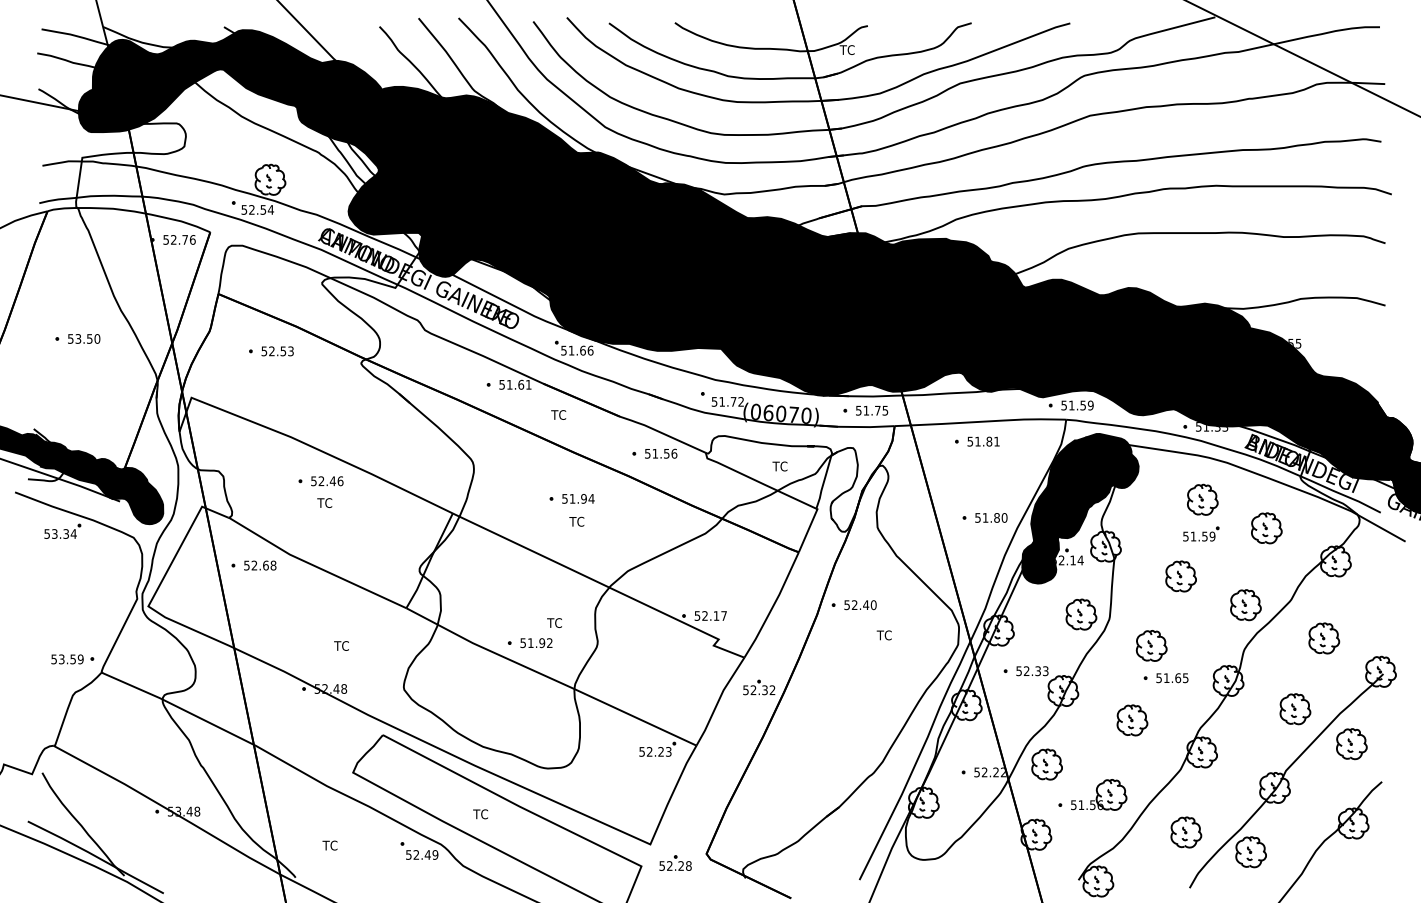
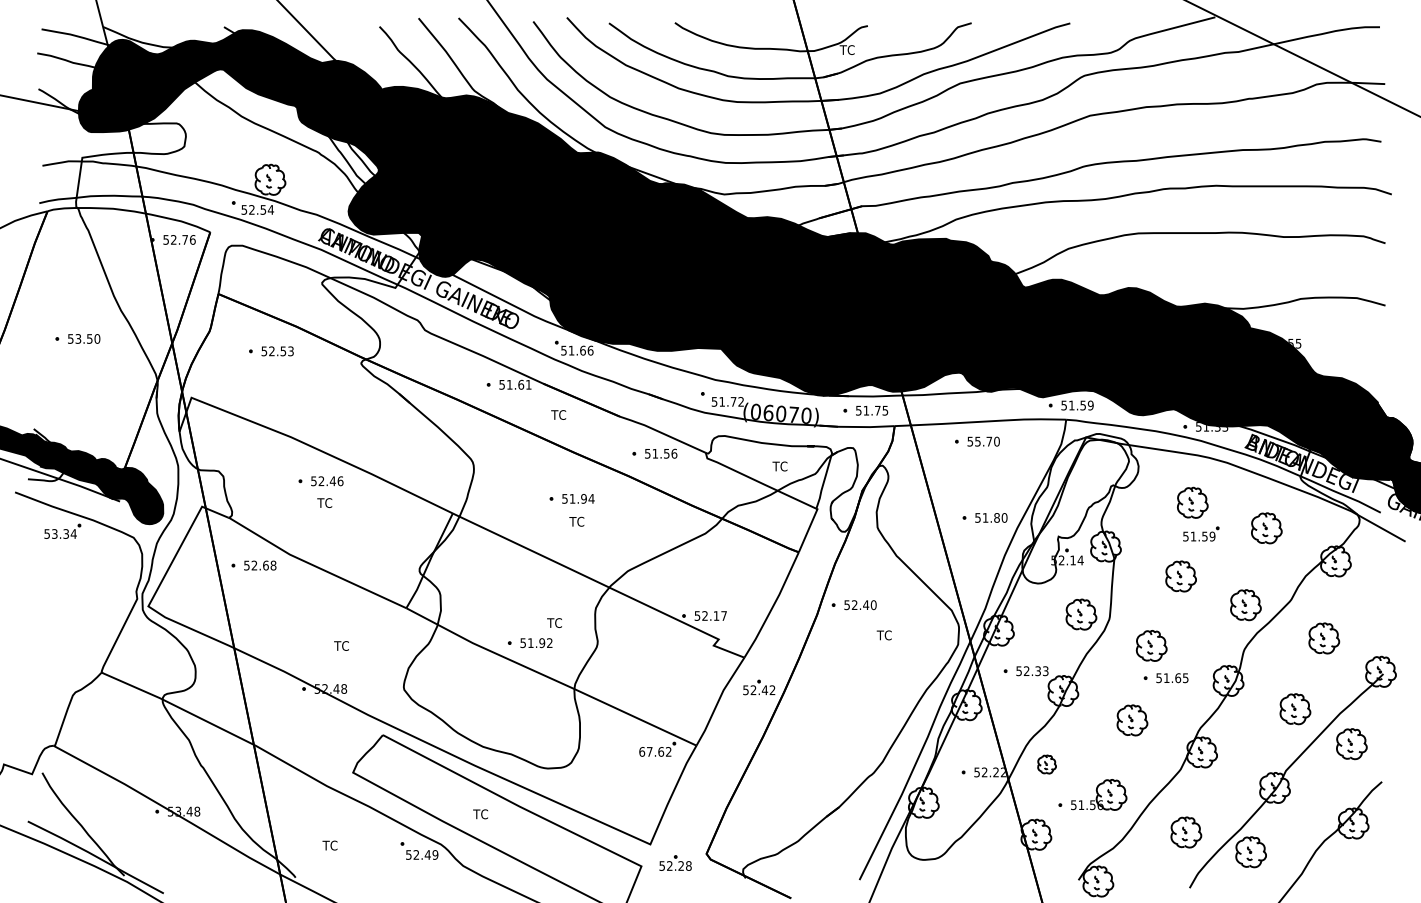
text at (987, 441): 51.81 -> 55.70
part at (1202, 499) position: (1202, 499) -> (1192, 502)
fill at (1080, 508): present -> none
part at (72, 659): present -> none
text at (764, 690): 52.32 -> 52.42
text at (655, 751): 52.23 -> 67.62
part at (1046, 764) size: 32x33 px -> 20x21 px
